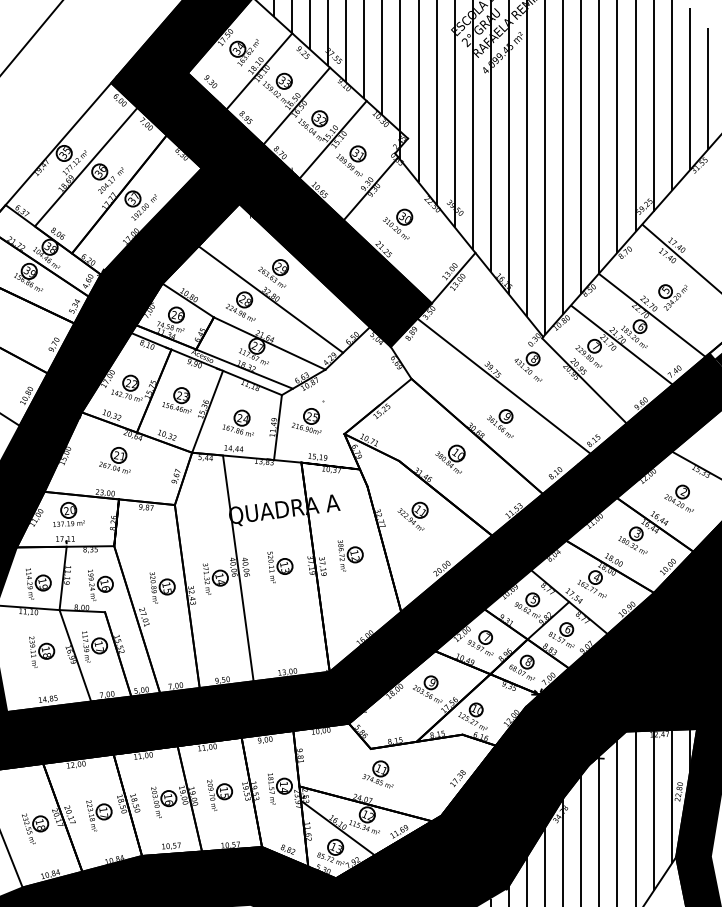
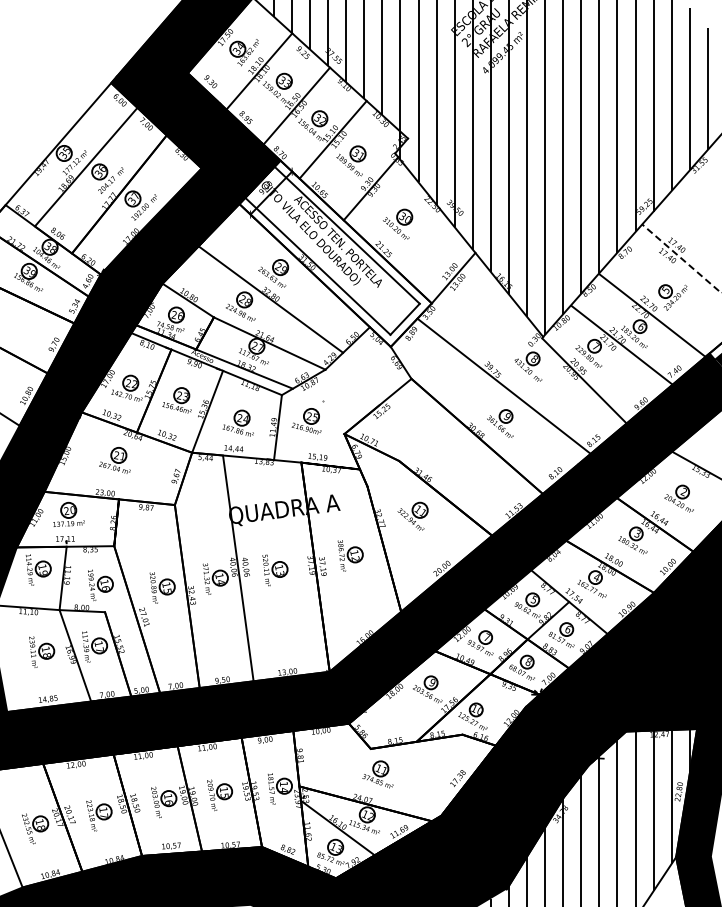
line at (31, 37): present -> none
fill at (335, 253): present -> none
line at (682, 259): solid -> dashed
part at (450, 458): present -> none
part at (280, 567) position: (280, 567) -> (275, 570)
part at (38, 583) position: (38, 583) -> (38, 569)
